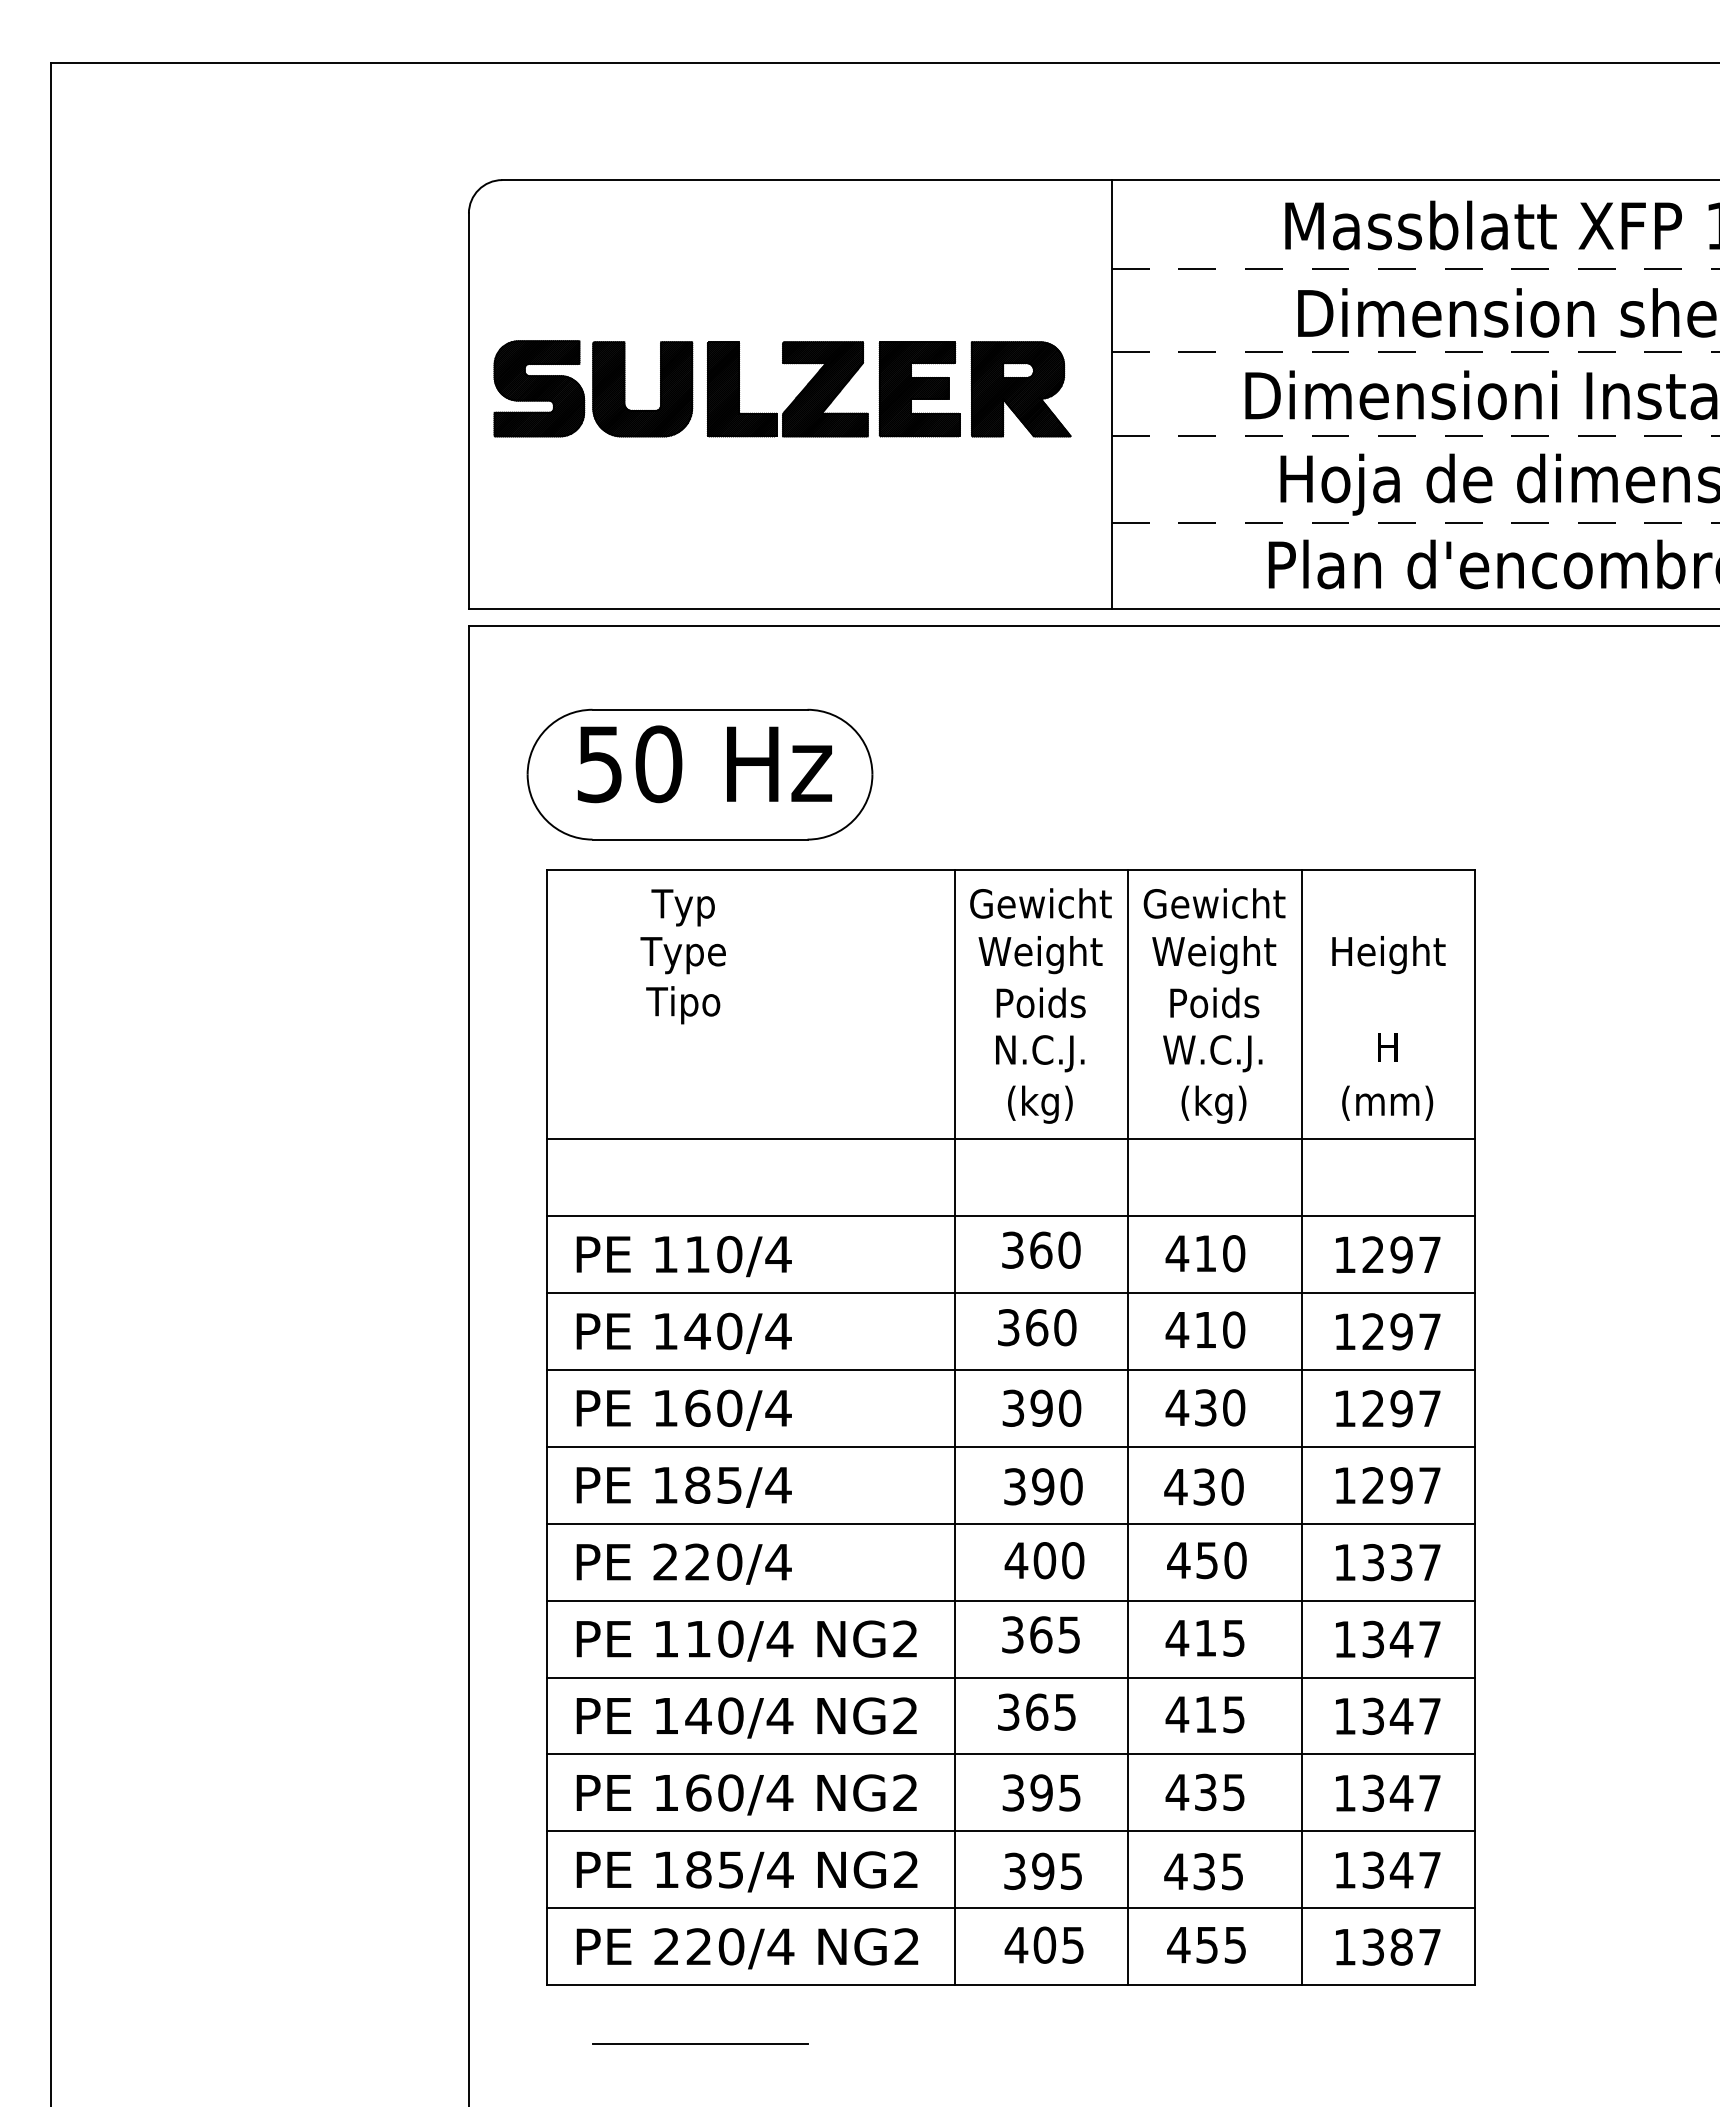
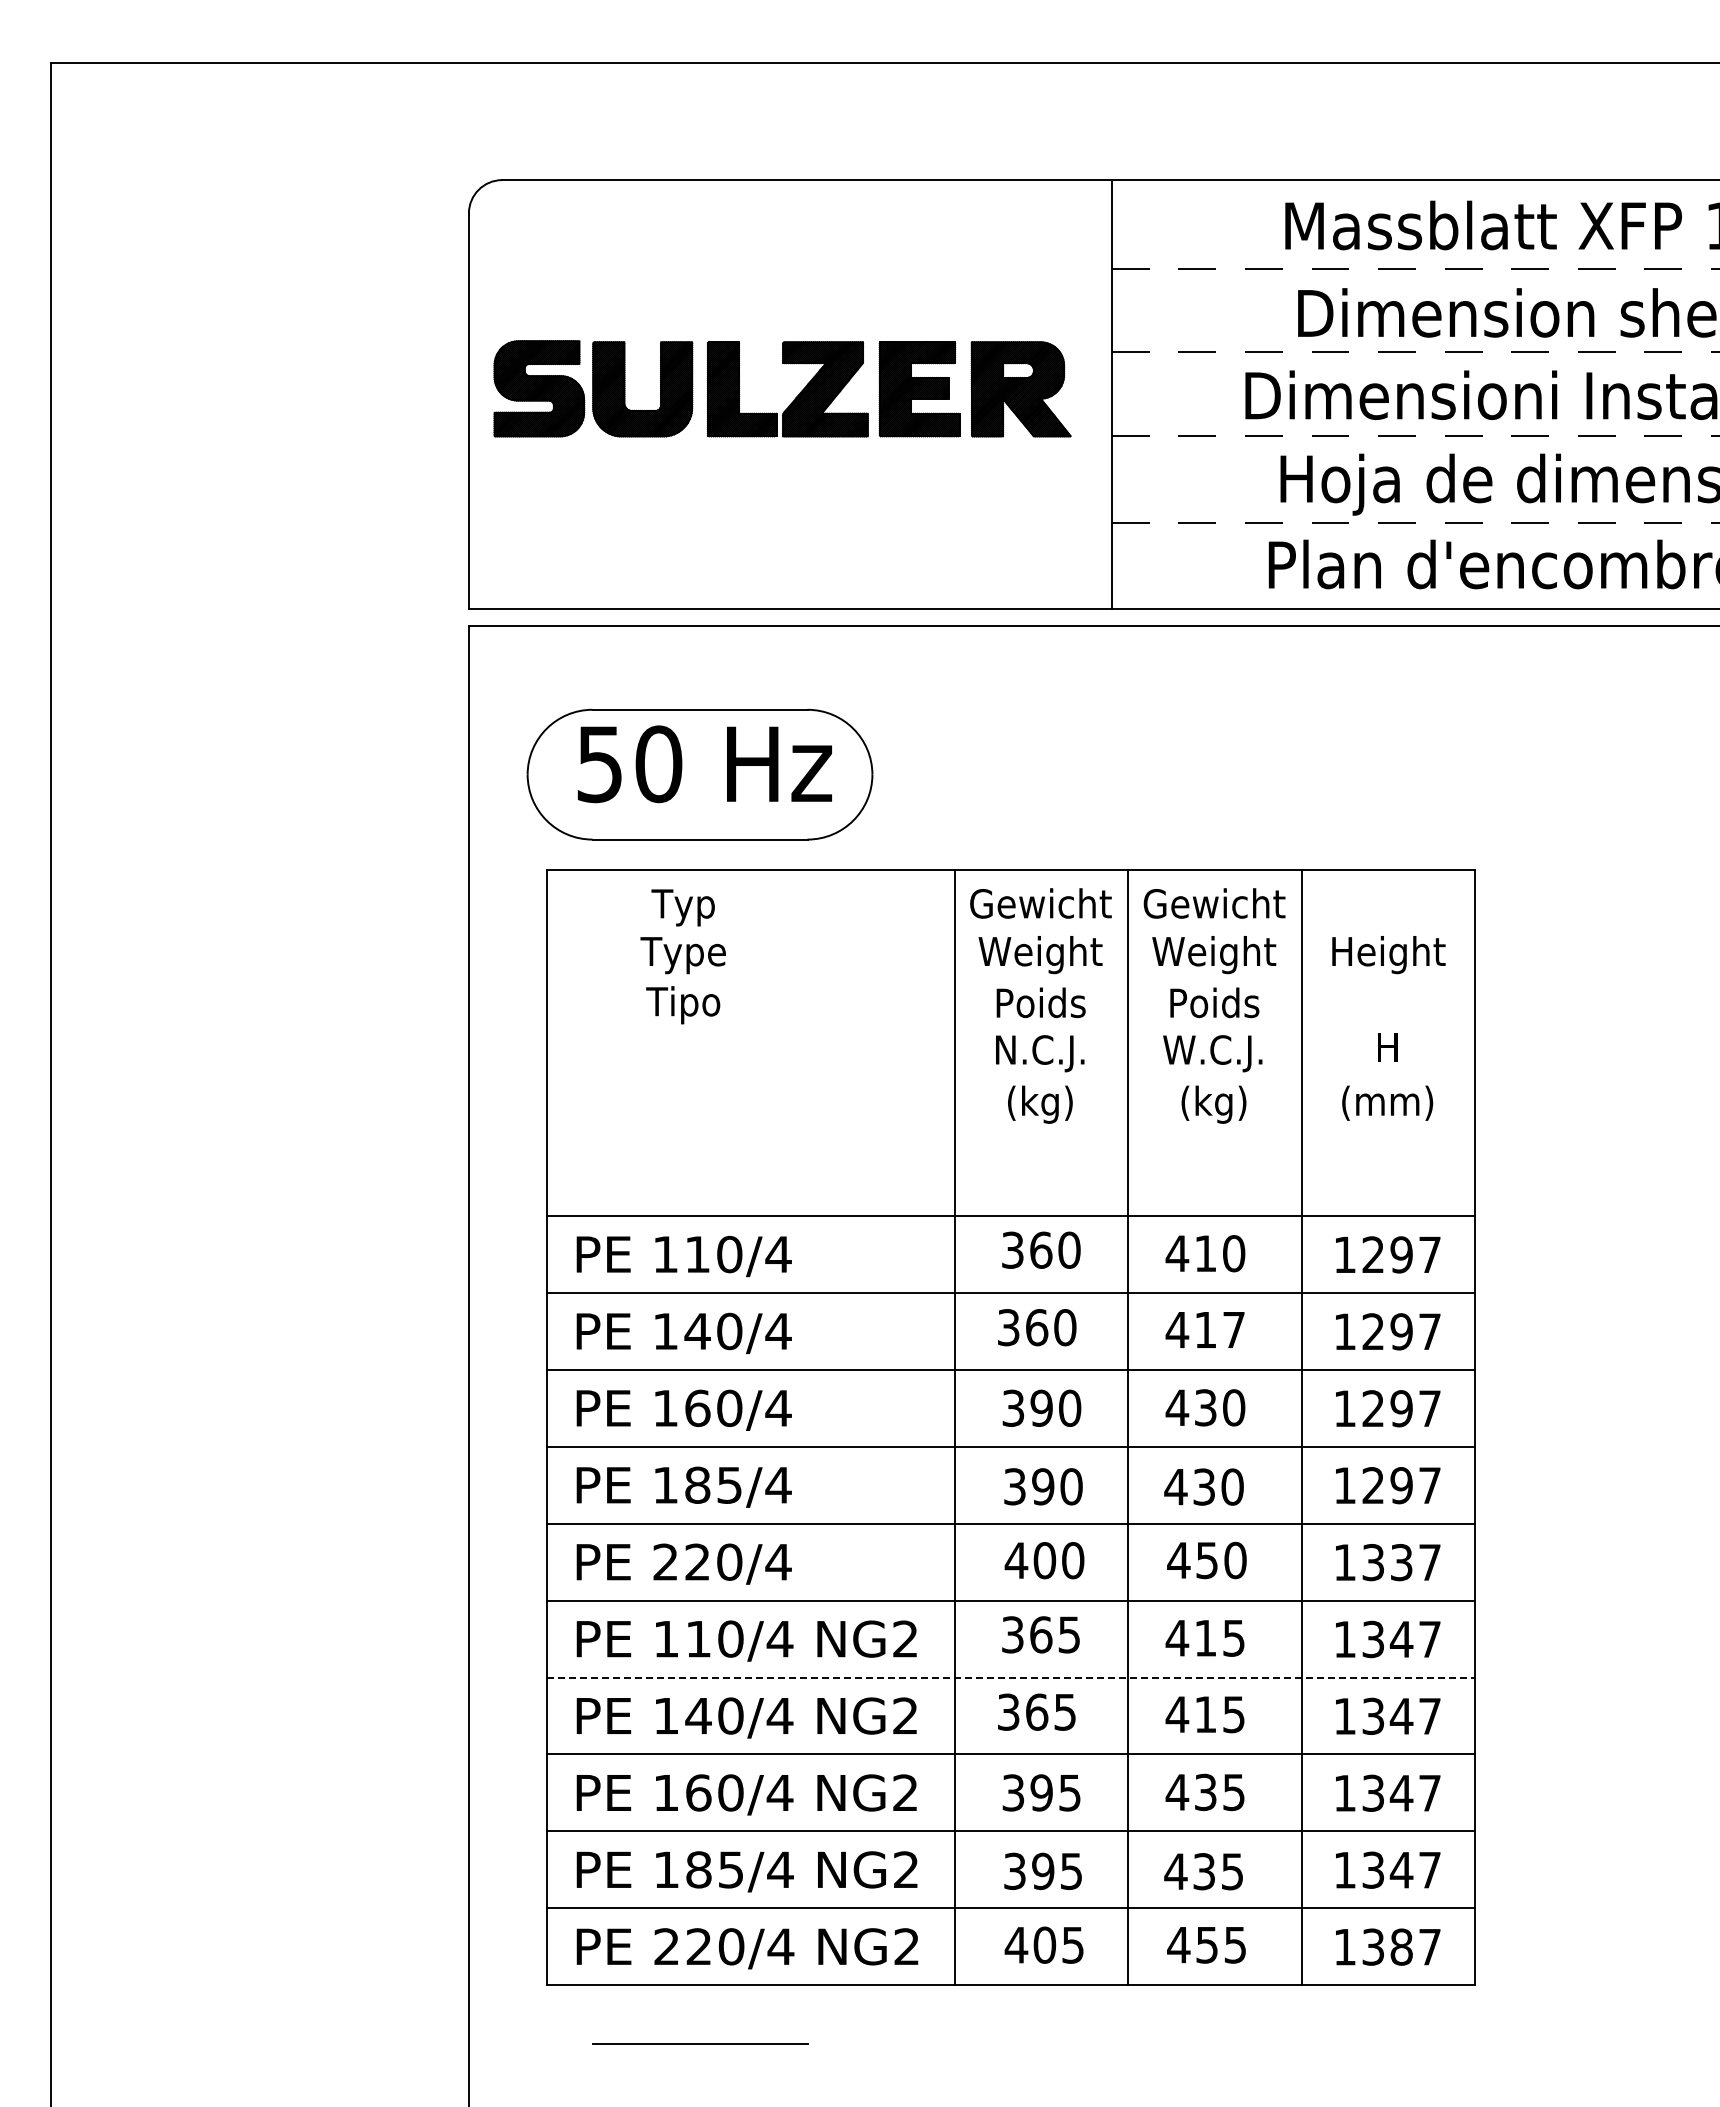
line at (1010, 1139): present -> none
text at (1234, 1329): 410 -> 417
line at (1011, 1677): solid -> dashed
